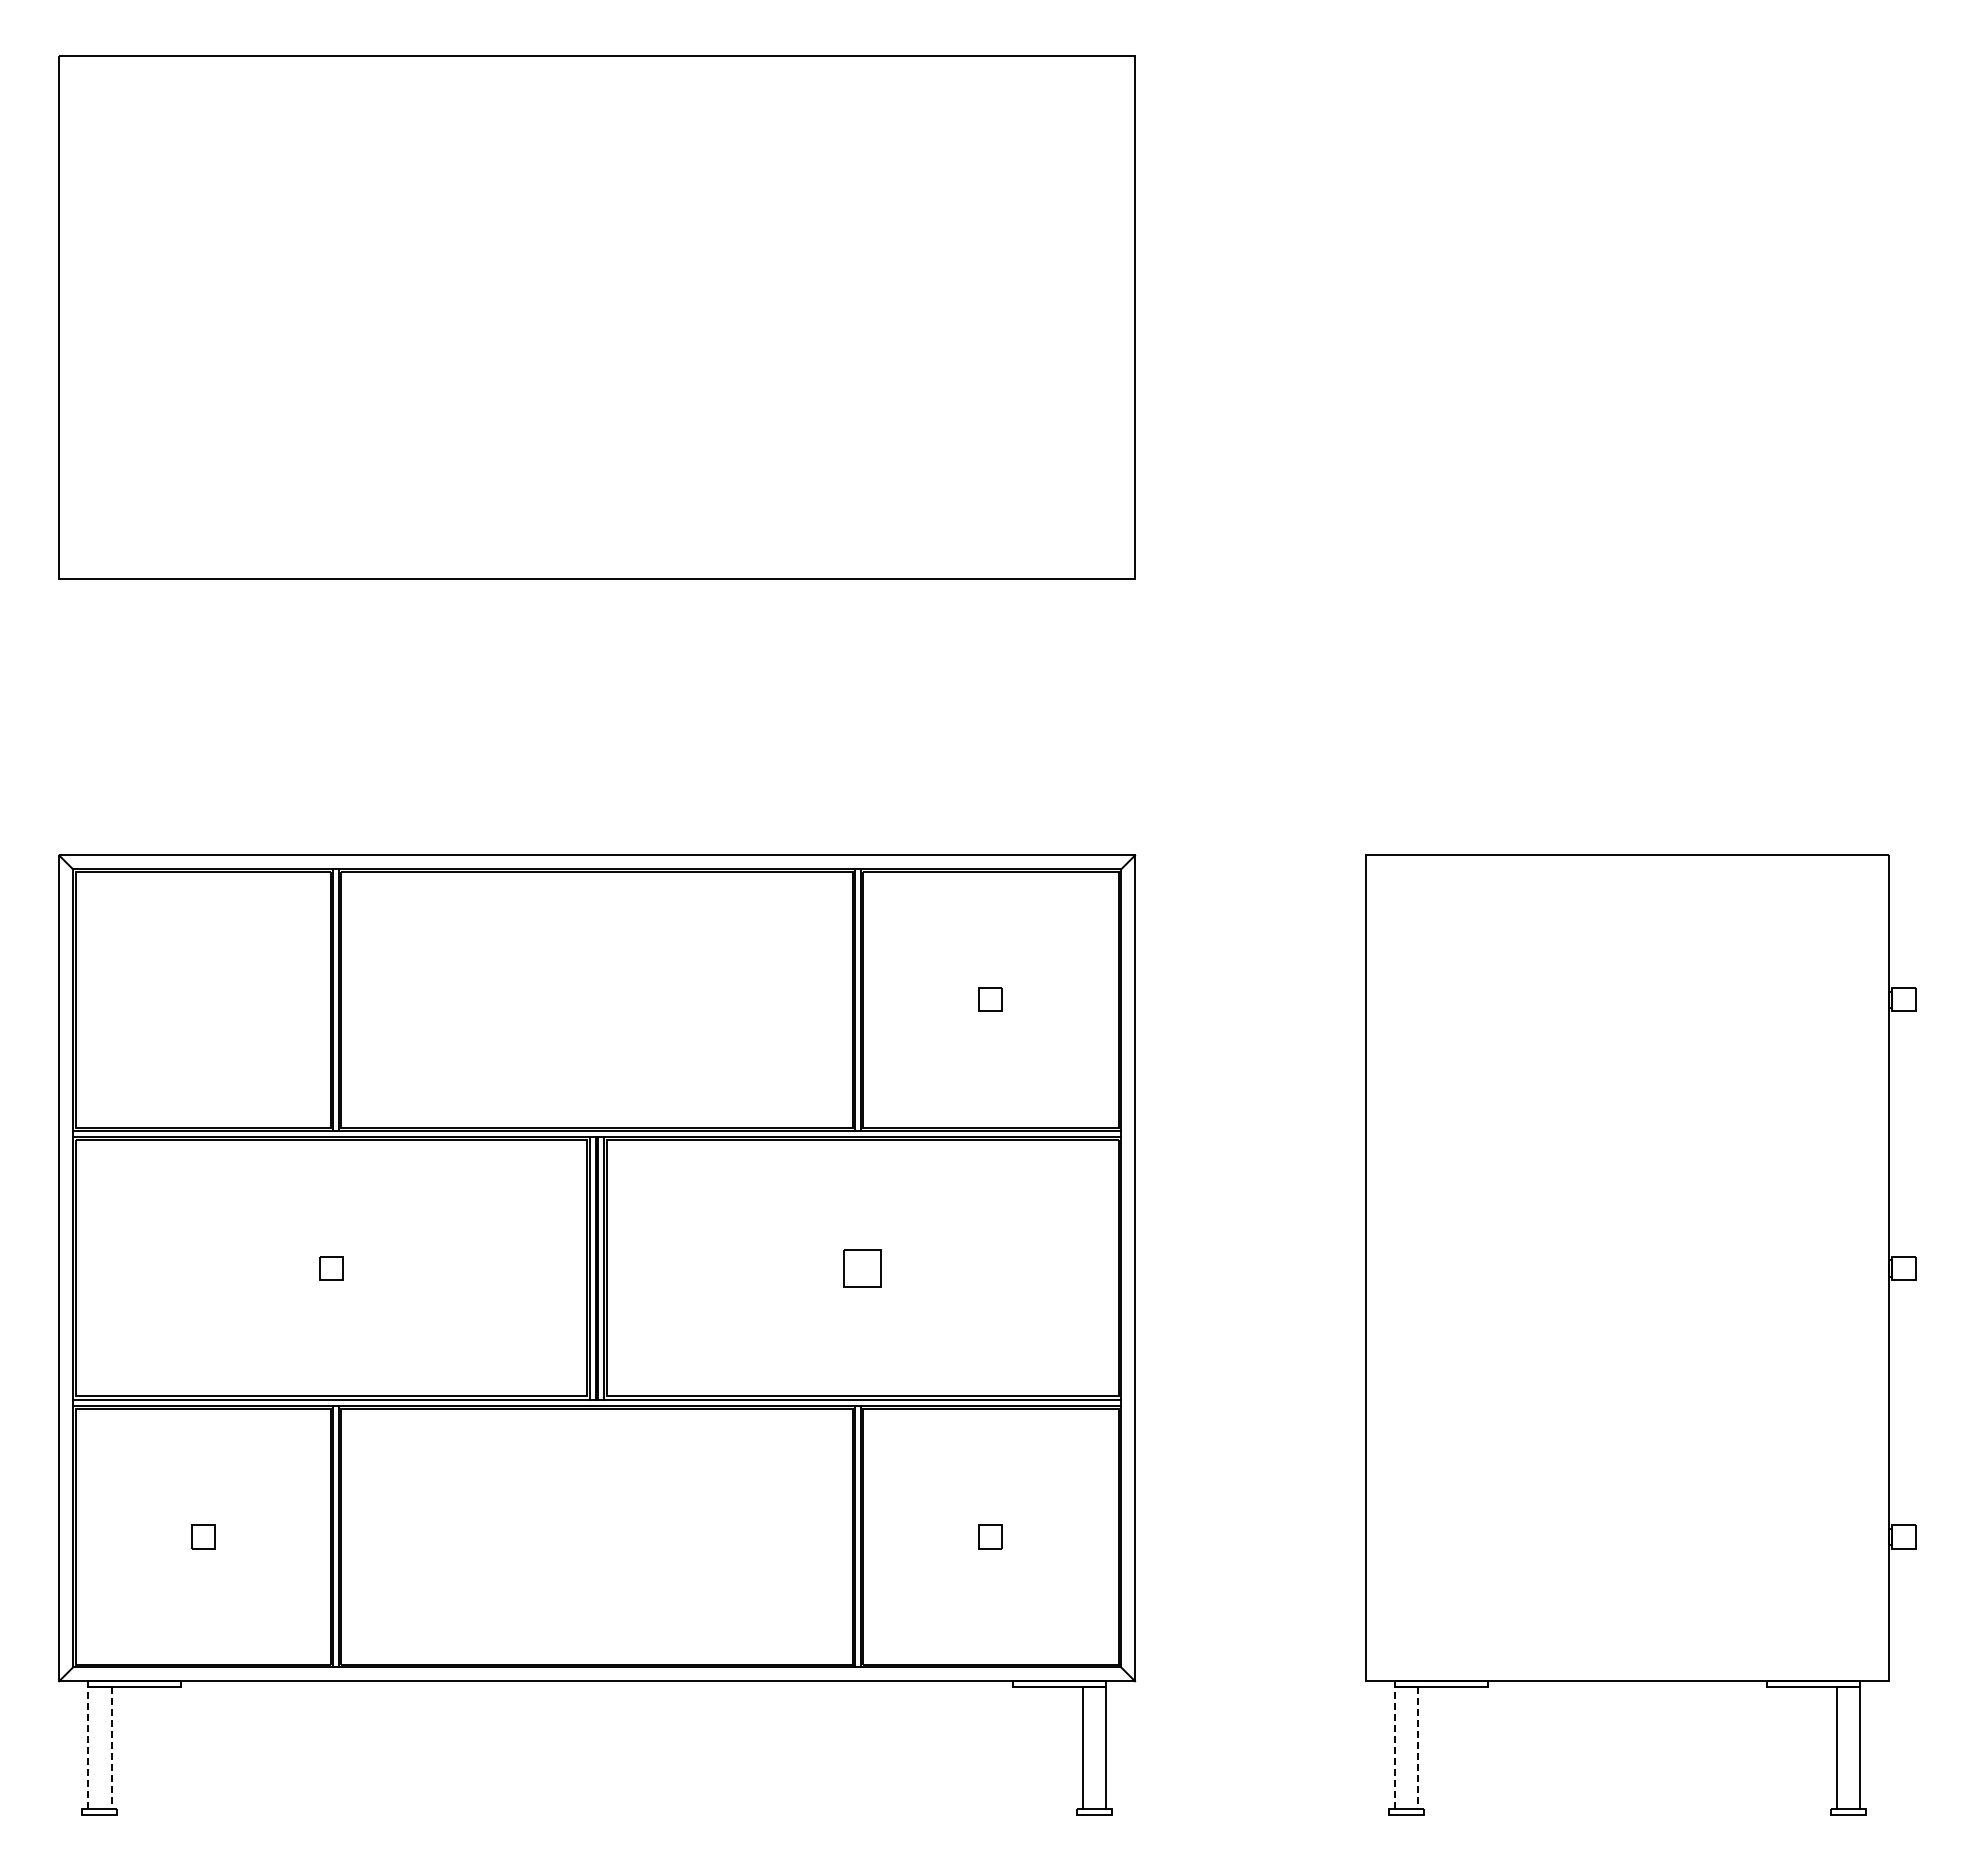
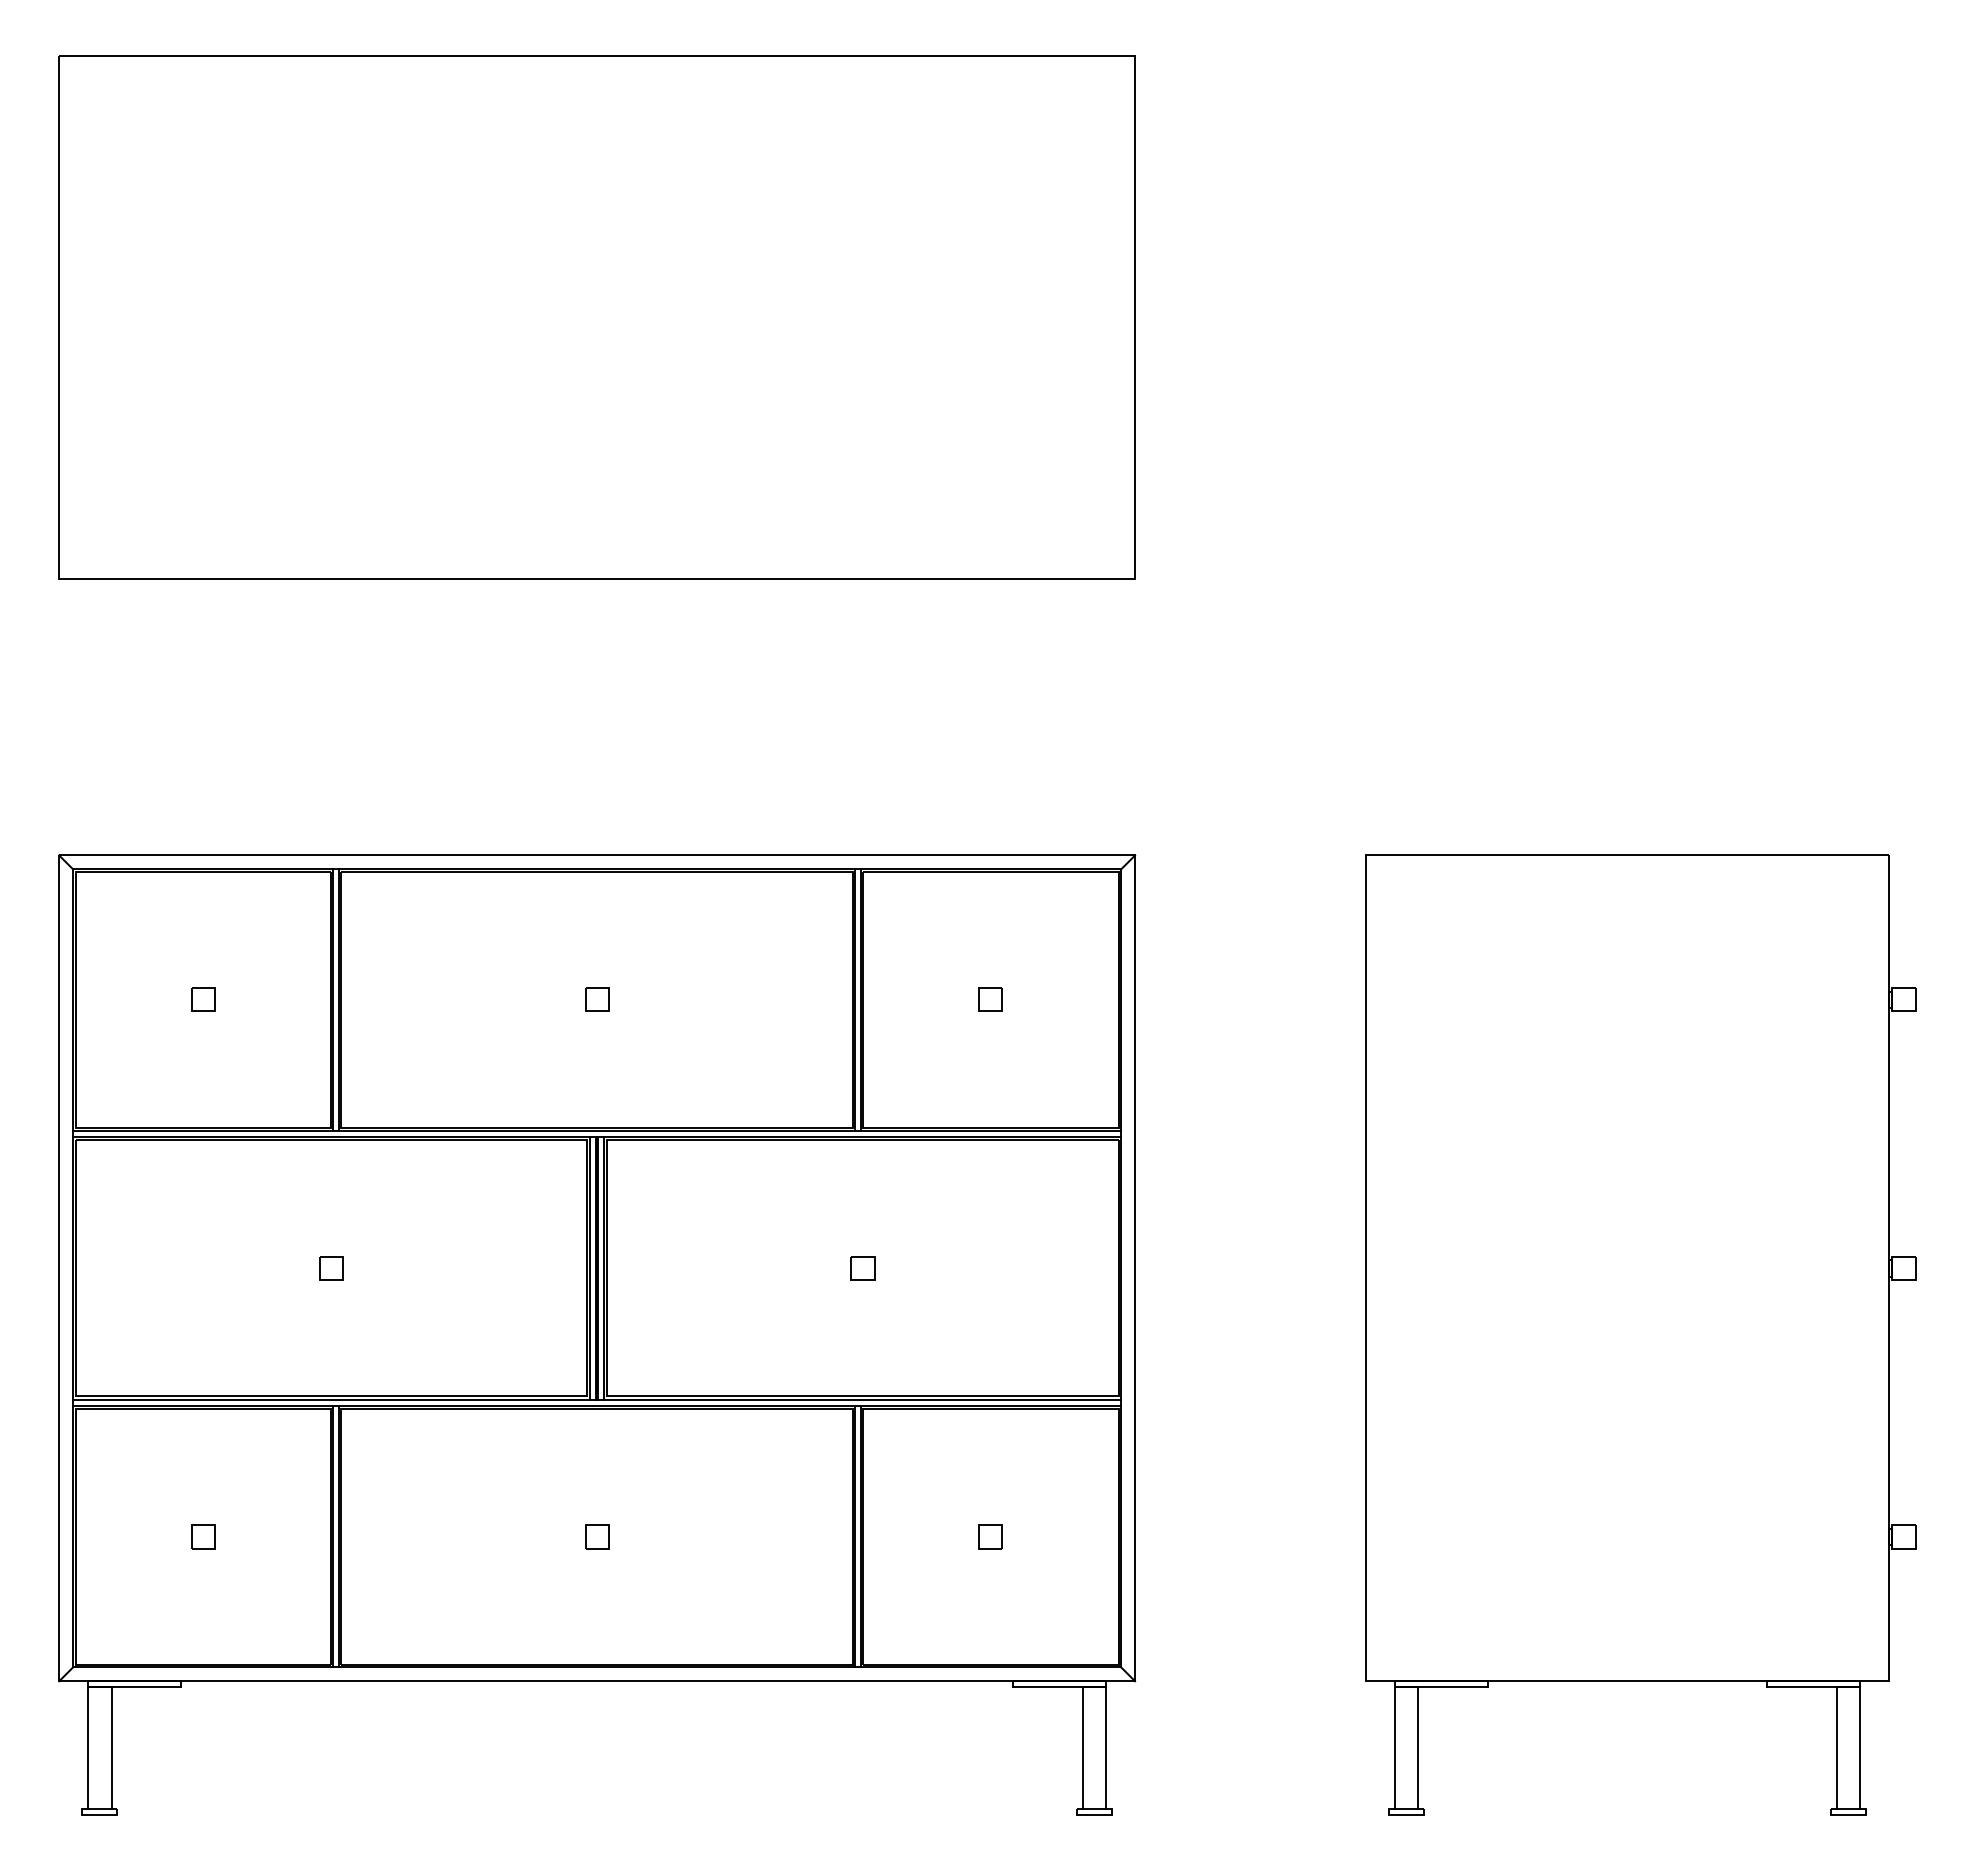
part at (203, 999): none -> present
part at (597, 999): none -> present
part at (862, 1268) size: 39x39 px -> 26x25 px
part at (597, 1536): none -> present
line at (88, 1745): dashed -> solid
line at (1394, 1745): dashed -> solid
line at (111, 1748): dashed -> solid
line at (1417, 1748): dashed -> solid
